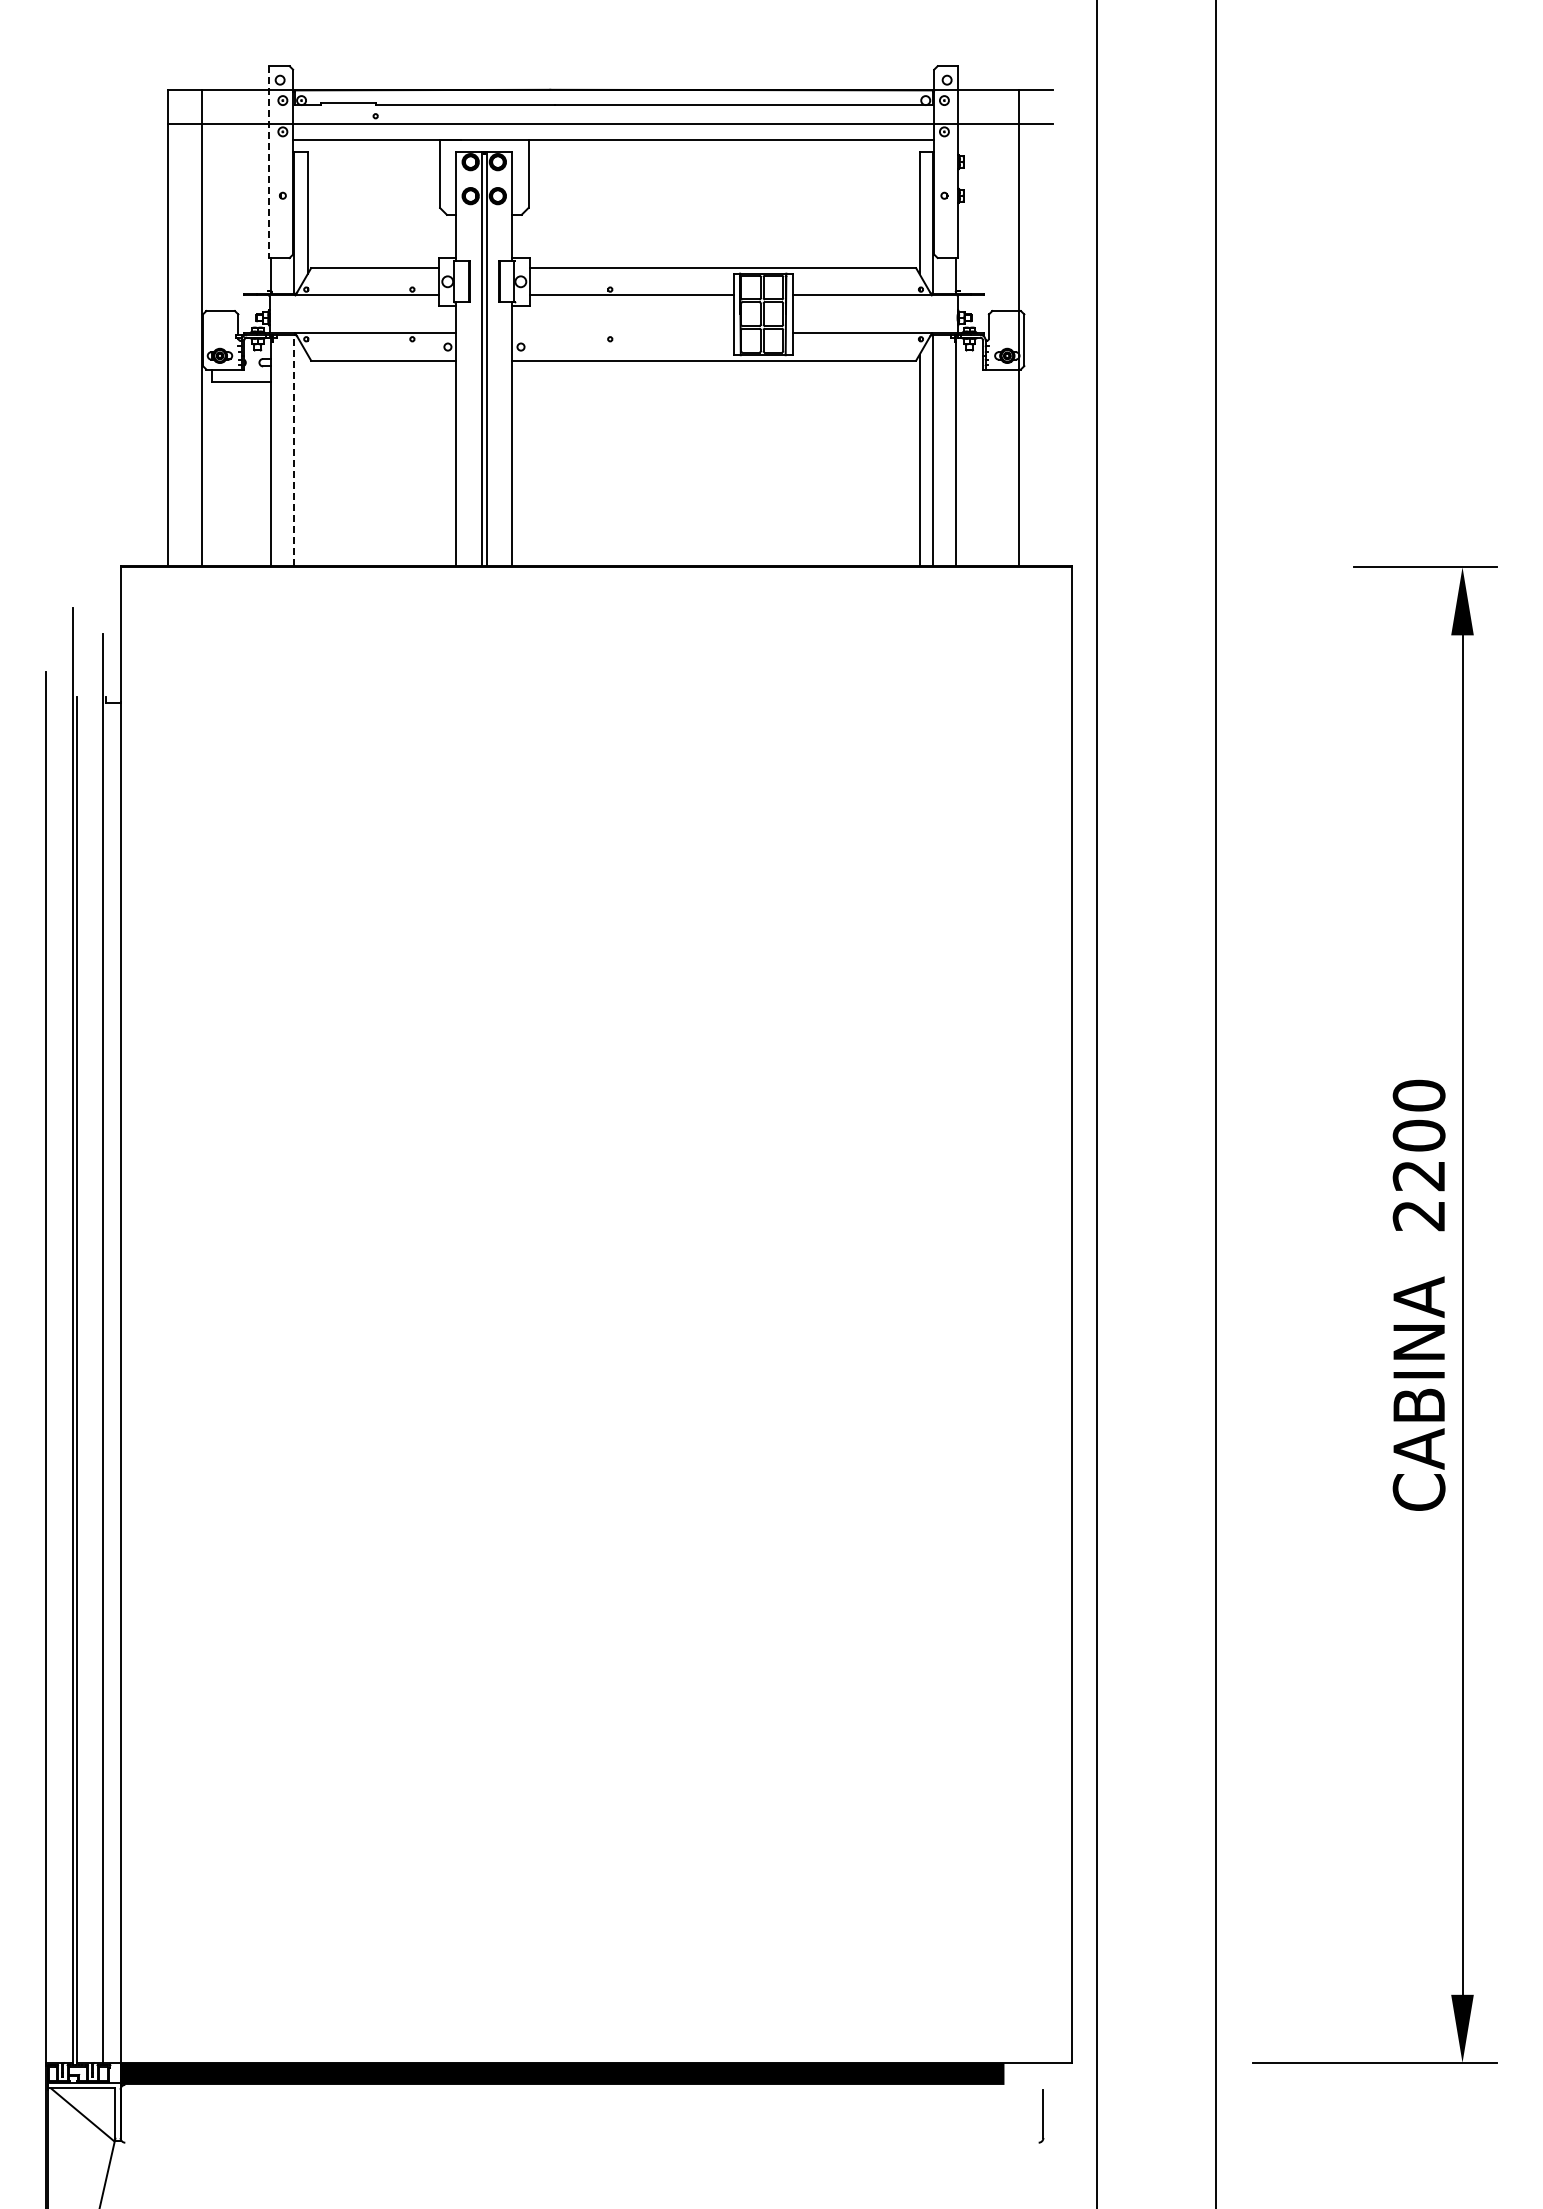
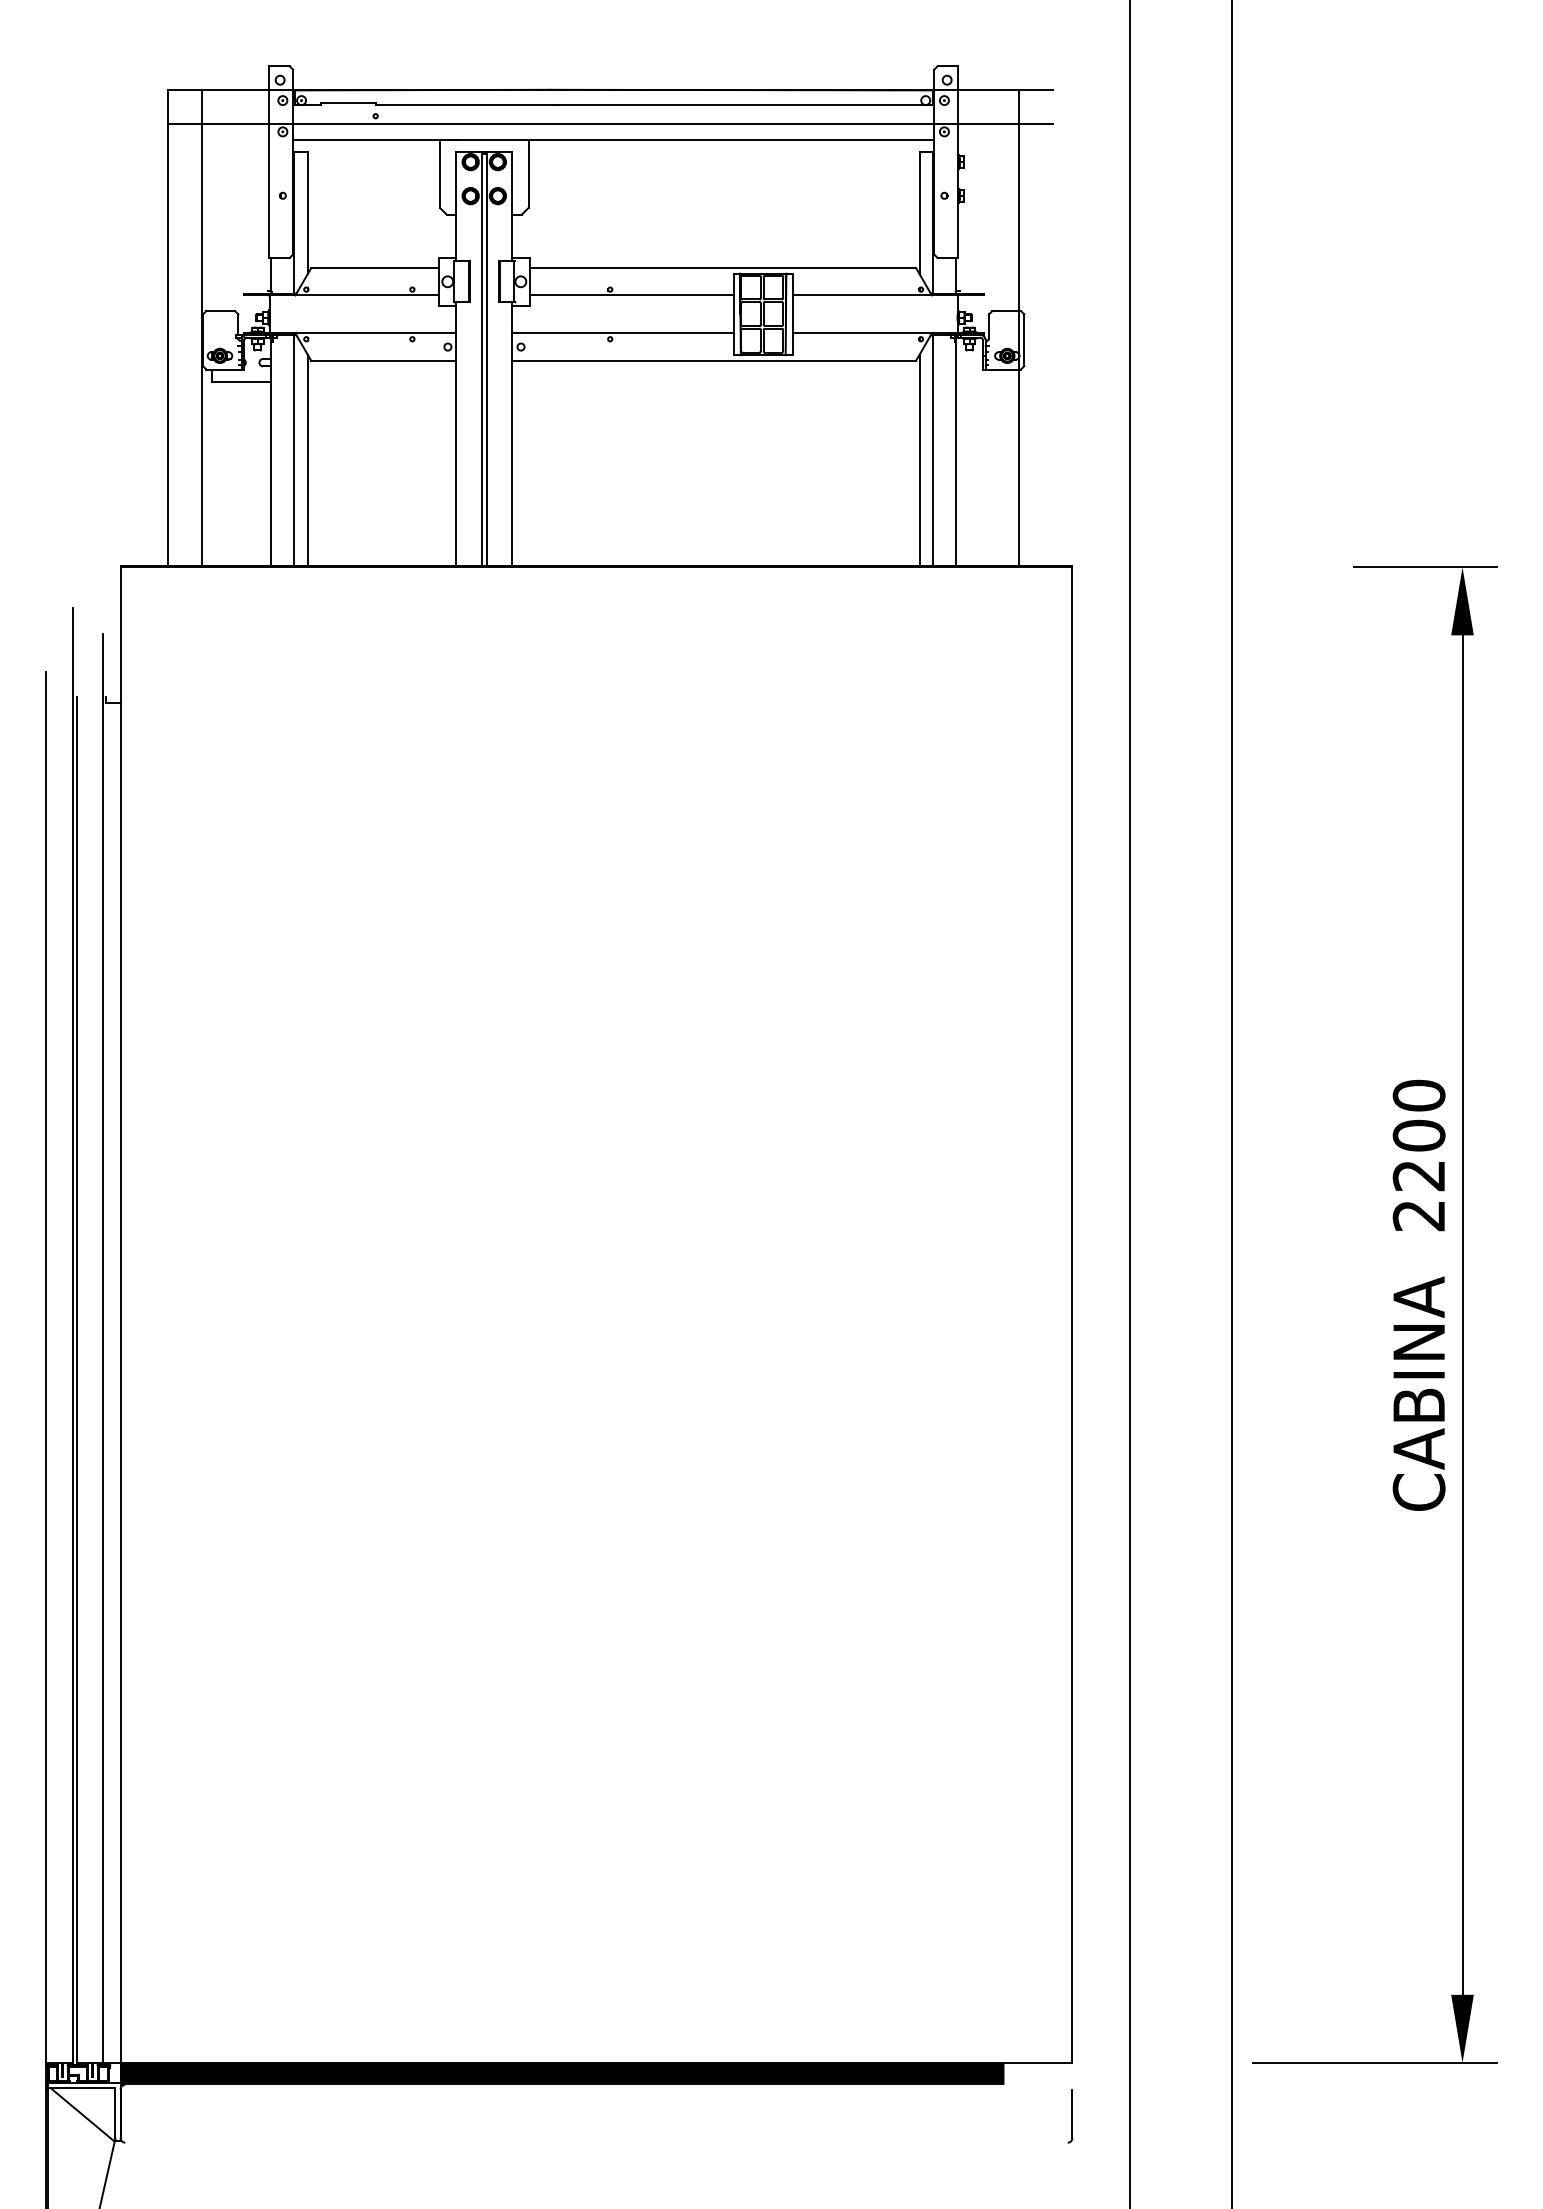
line at (269, 162): dashed -> solid
line at (622, 333): none -> present
line at (294, 450): dashed -> solid
line at (307, 460): none -> present
line at (1097, 1103) position: (1097, 1103) -> (1130, 1103)
line at (1216, 1103) position: (1216, 1103) -> (1232, 1103)
part at (1041, 2116) position: (1041, 2116) -> (1070, 2116)
